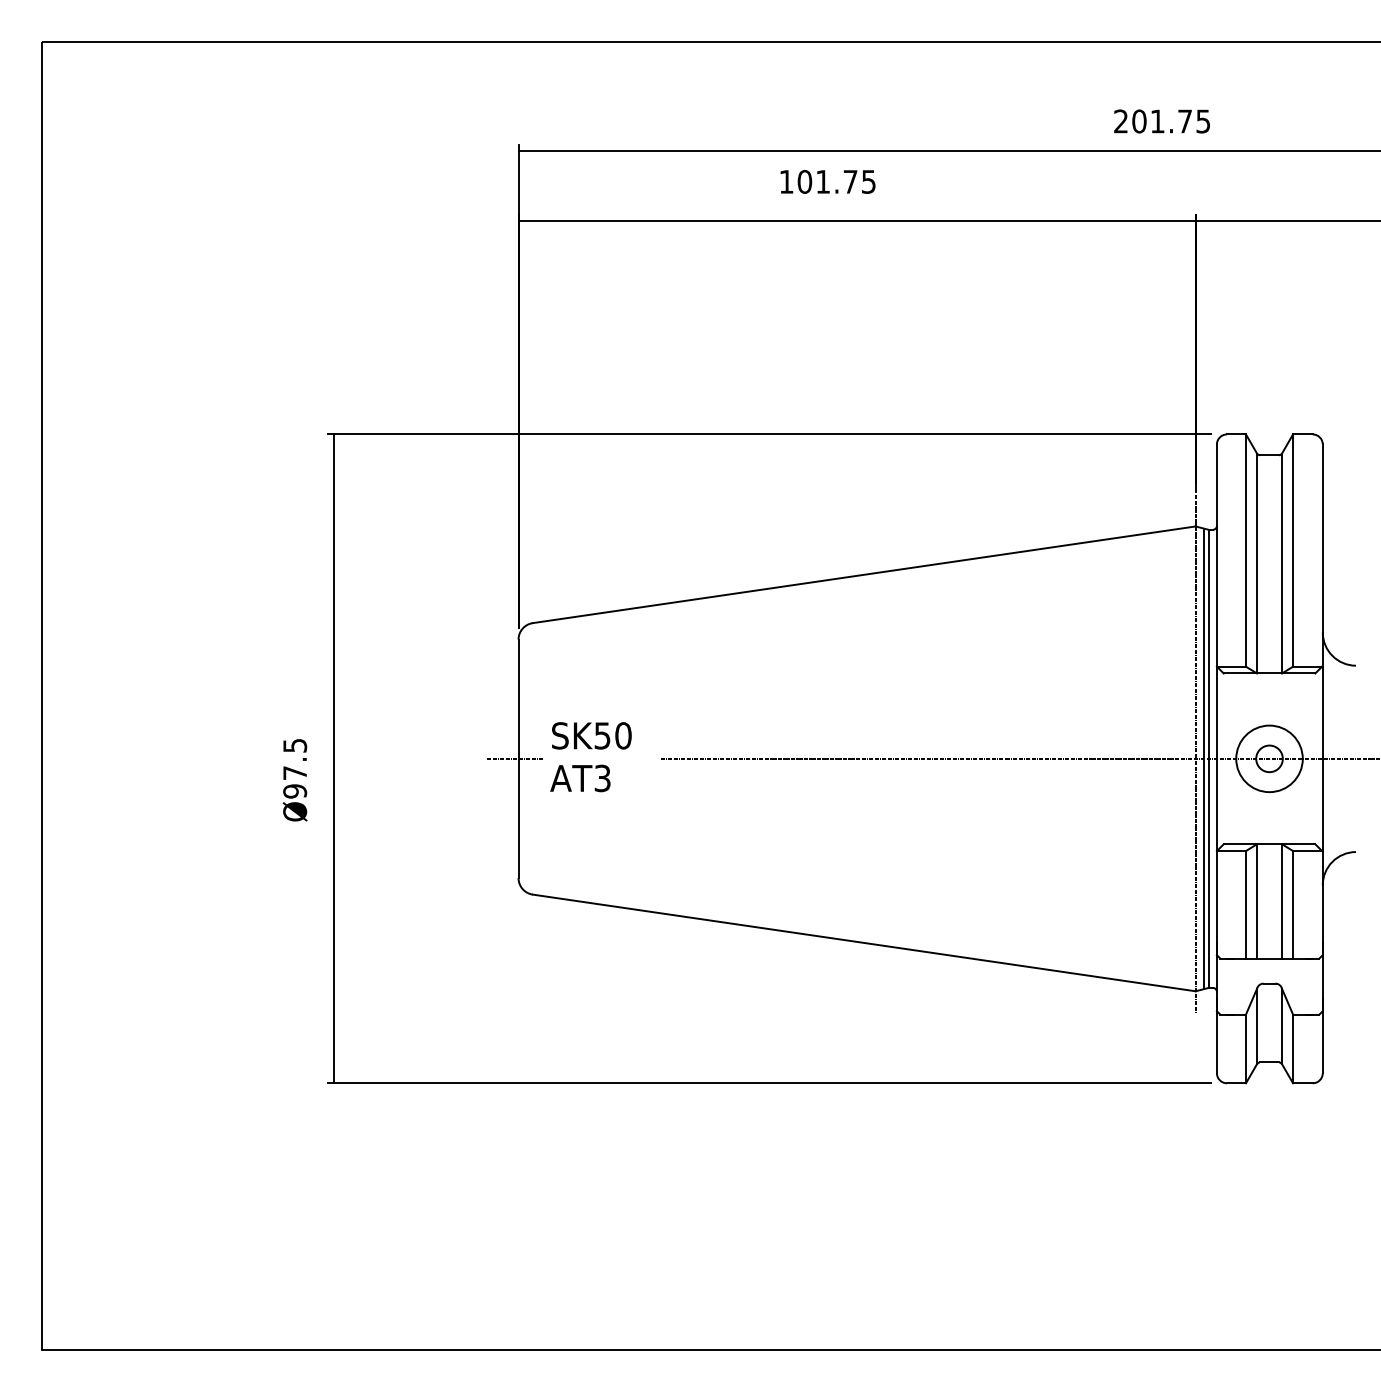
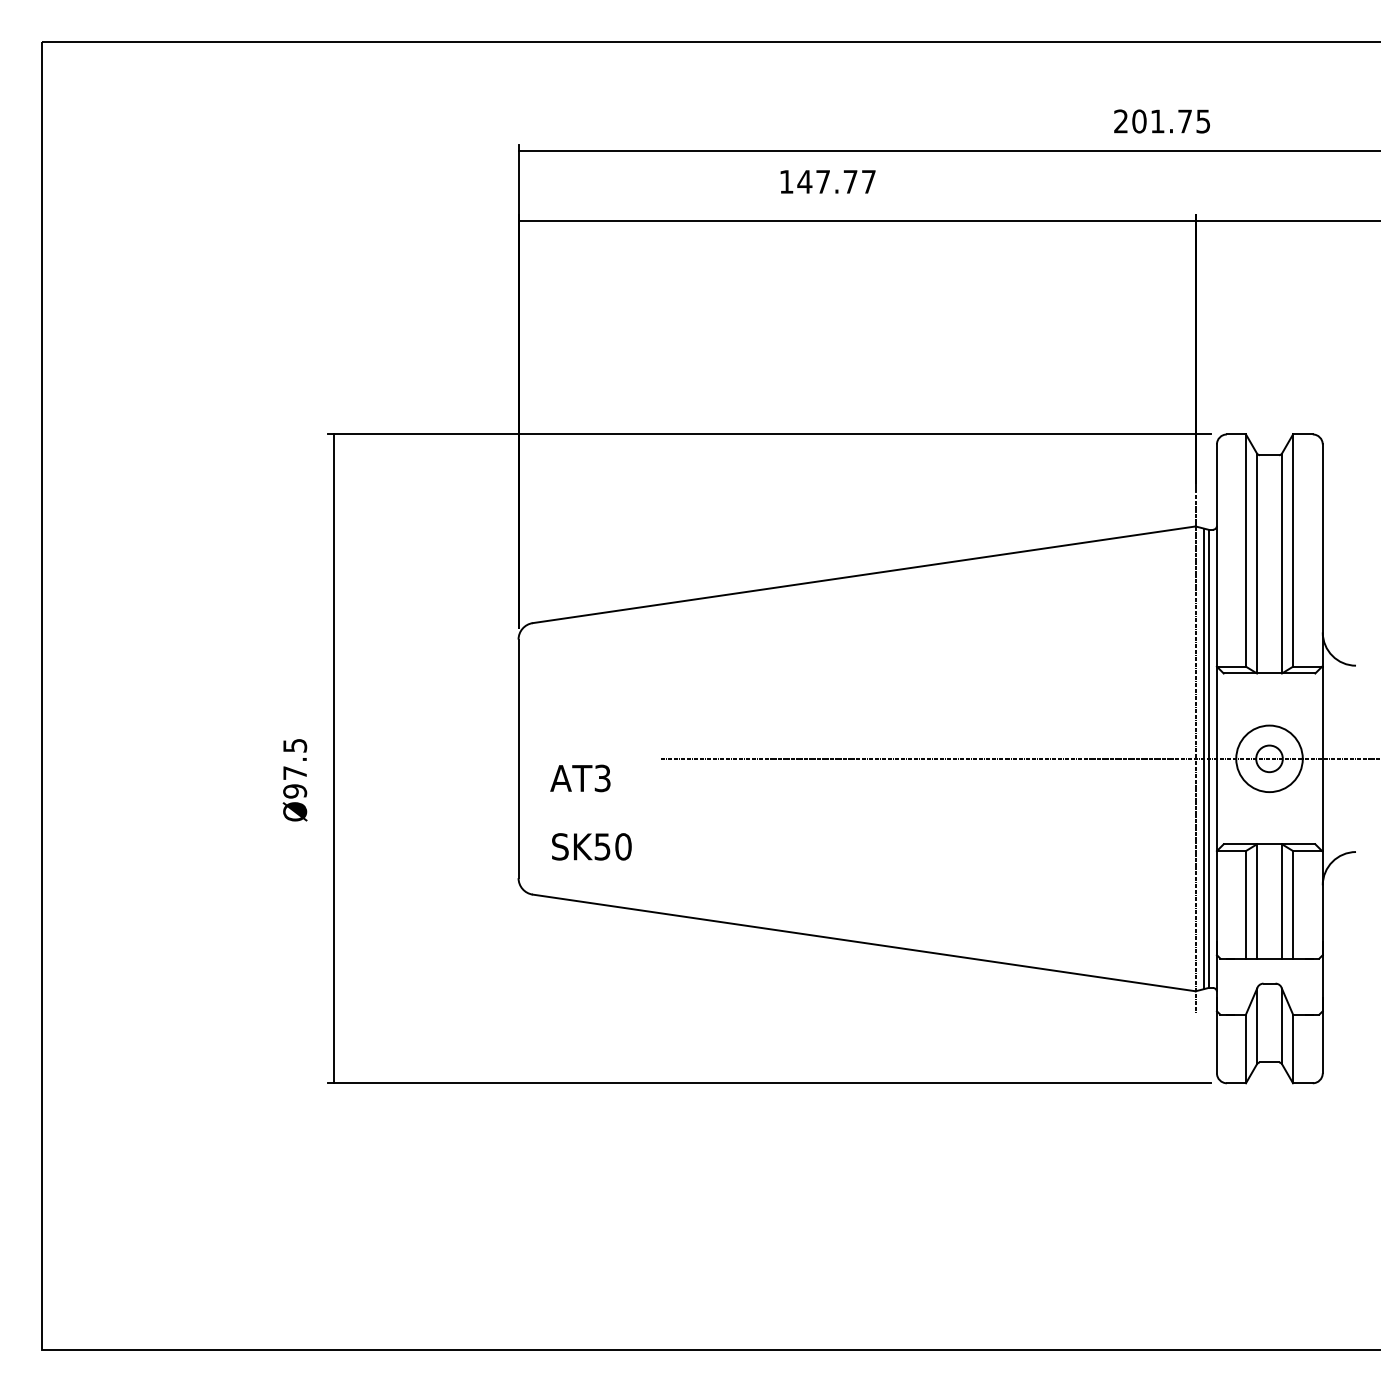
text at (836, 181): 101.75 -> 147.77
text at (591, 735) position: (591, 735) -> (591, 846)
line at (515, 758): present -> none
